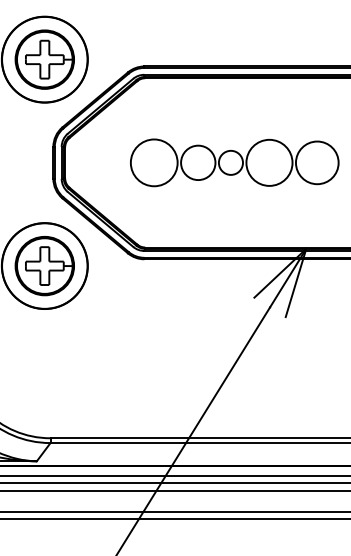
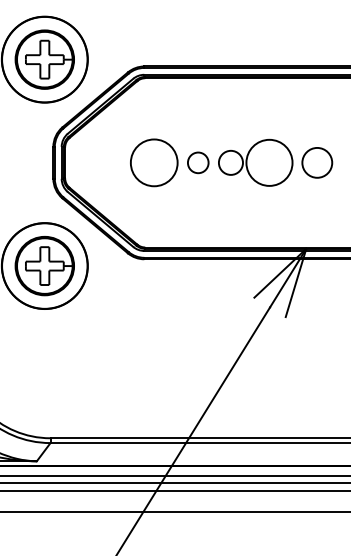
circle at (198, 162) diameter: 34 px -> 21 px
circle at (316, 162) diameter: 43 px -> 30 px
line at (174, 518): present -> none
